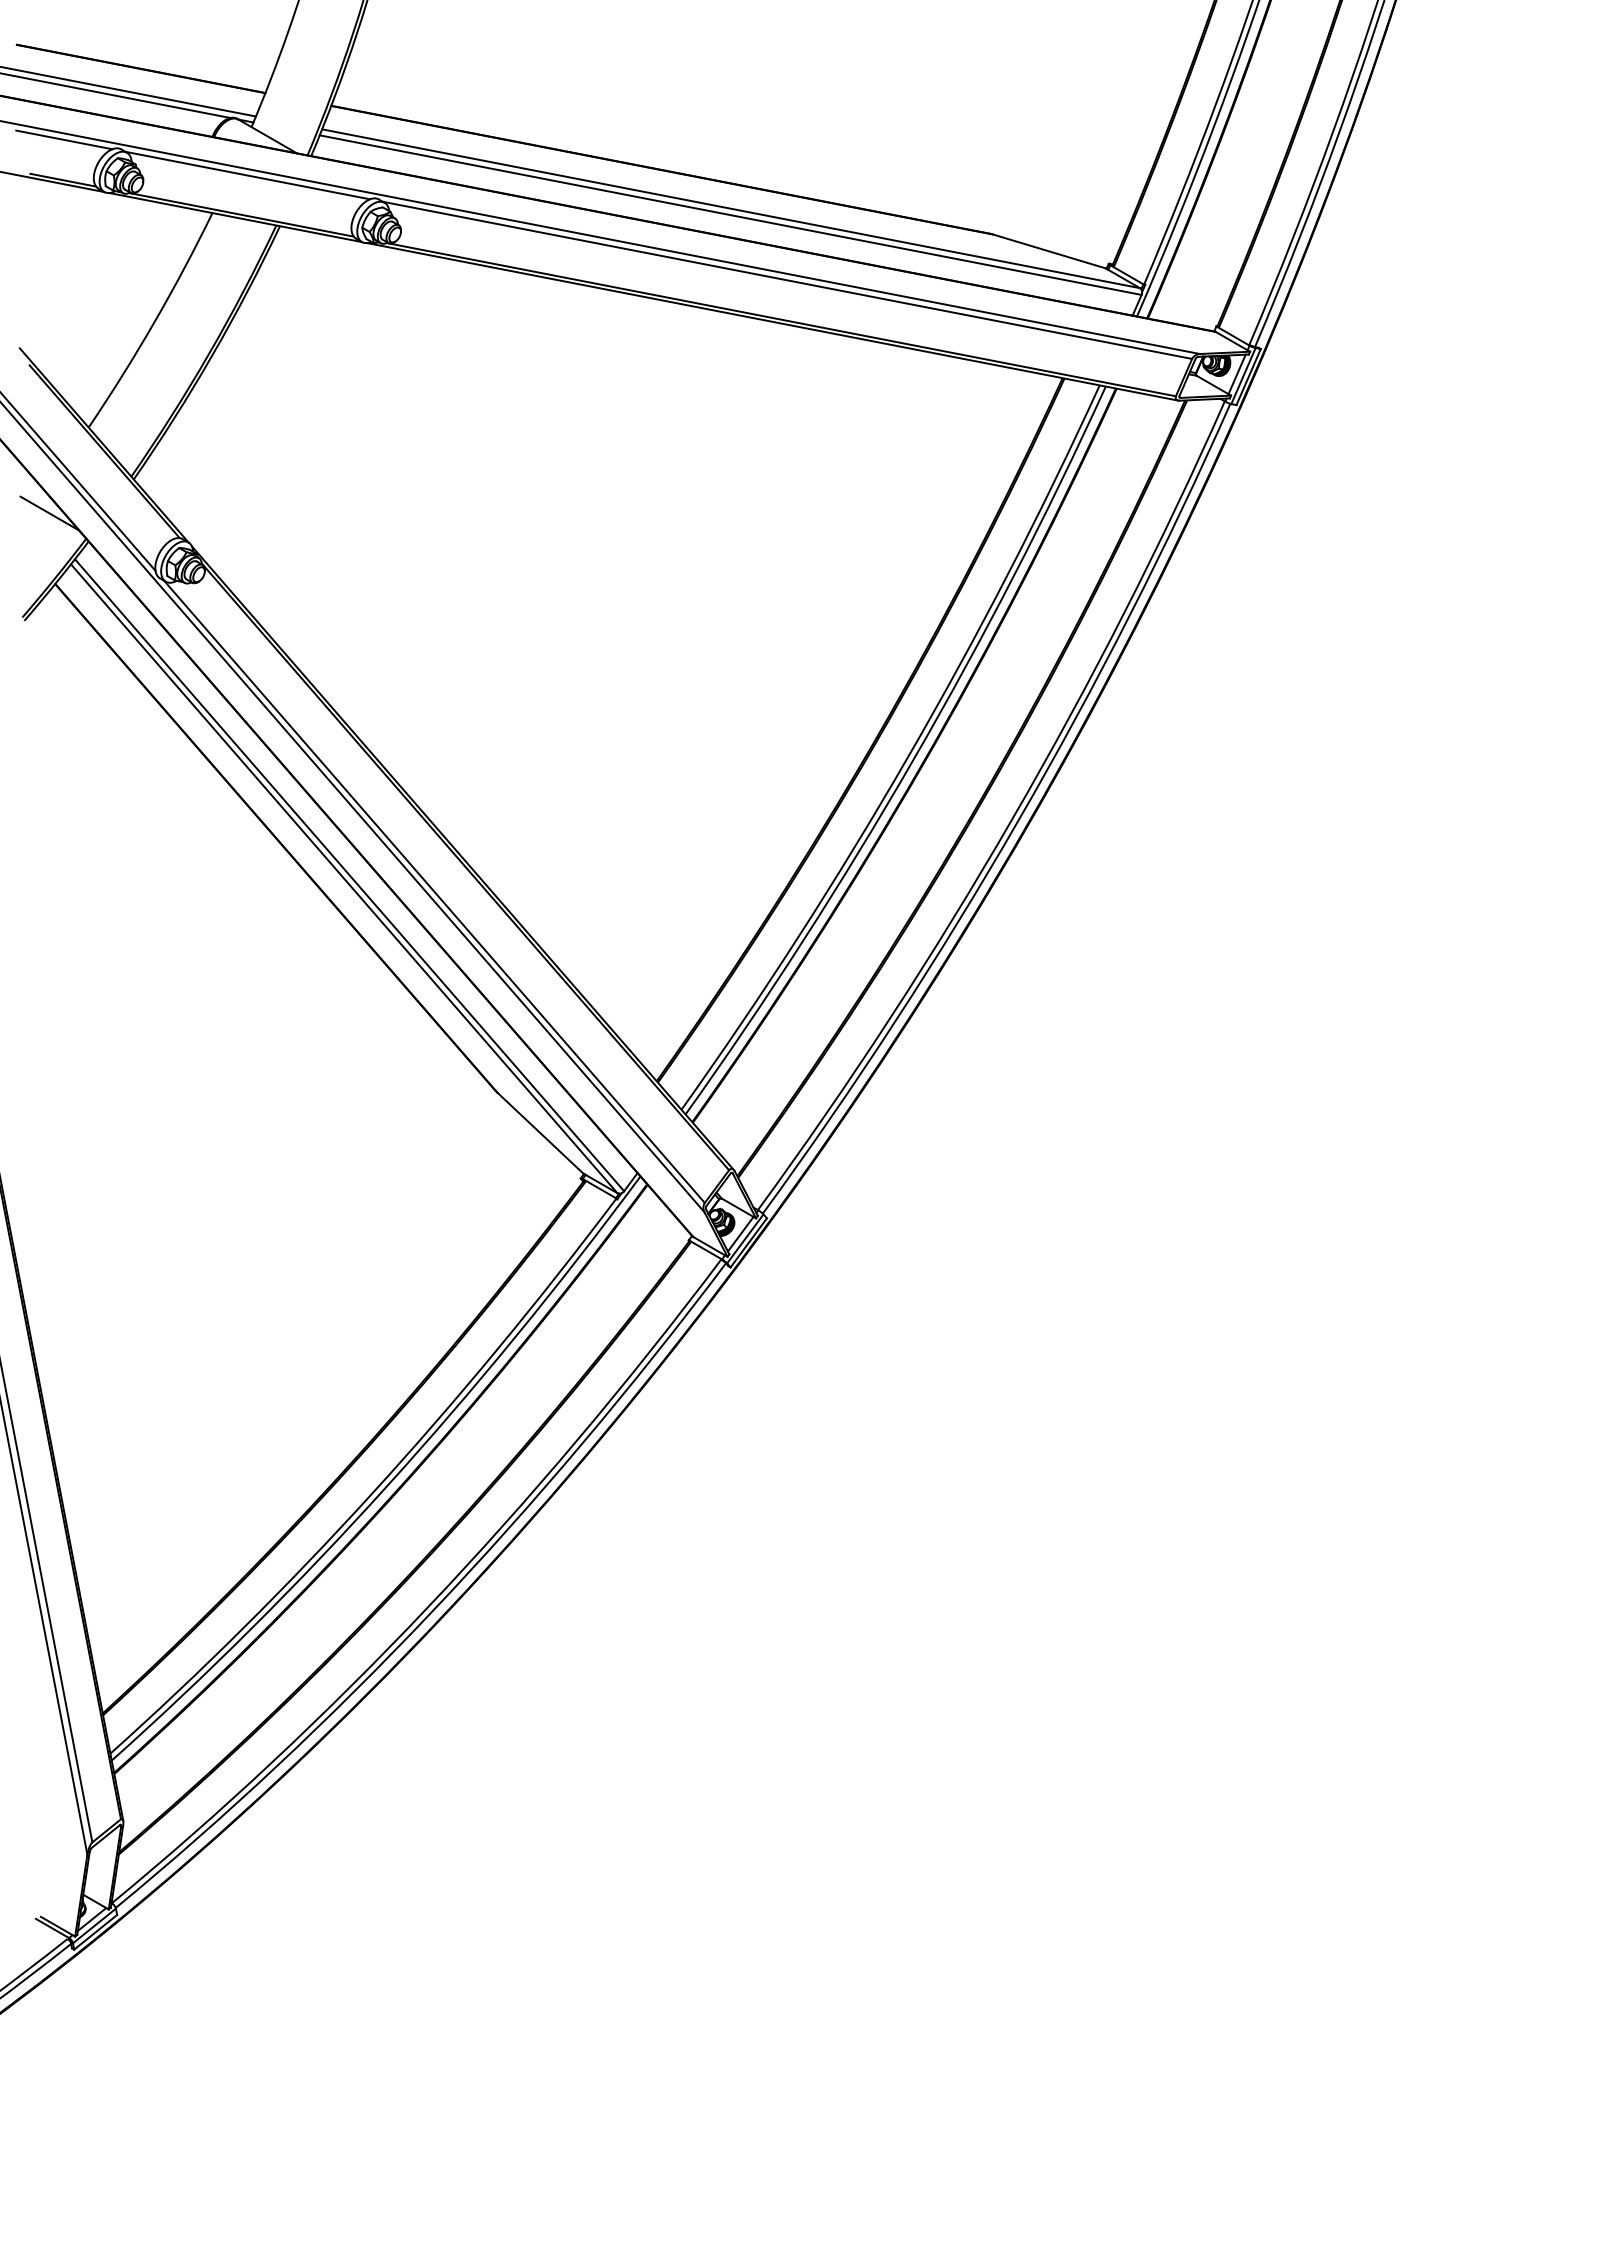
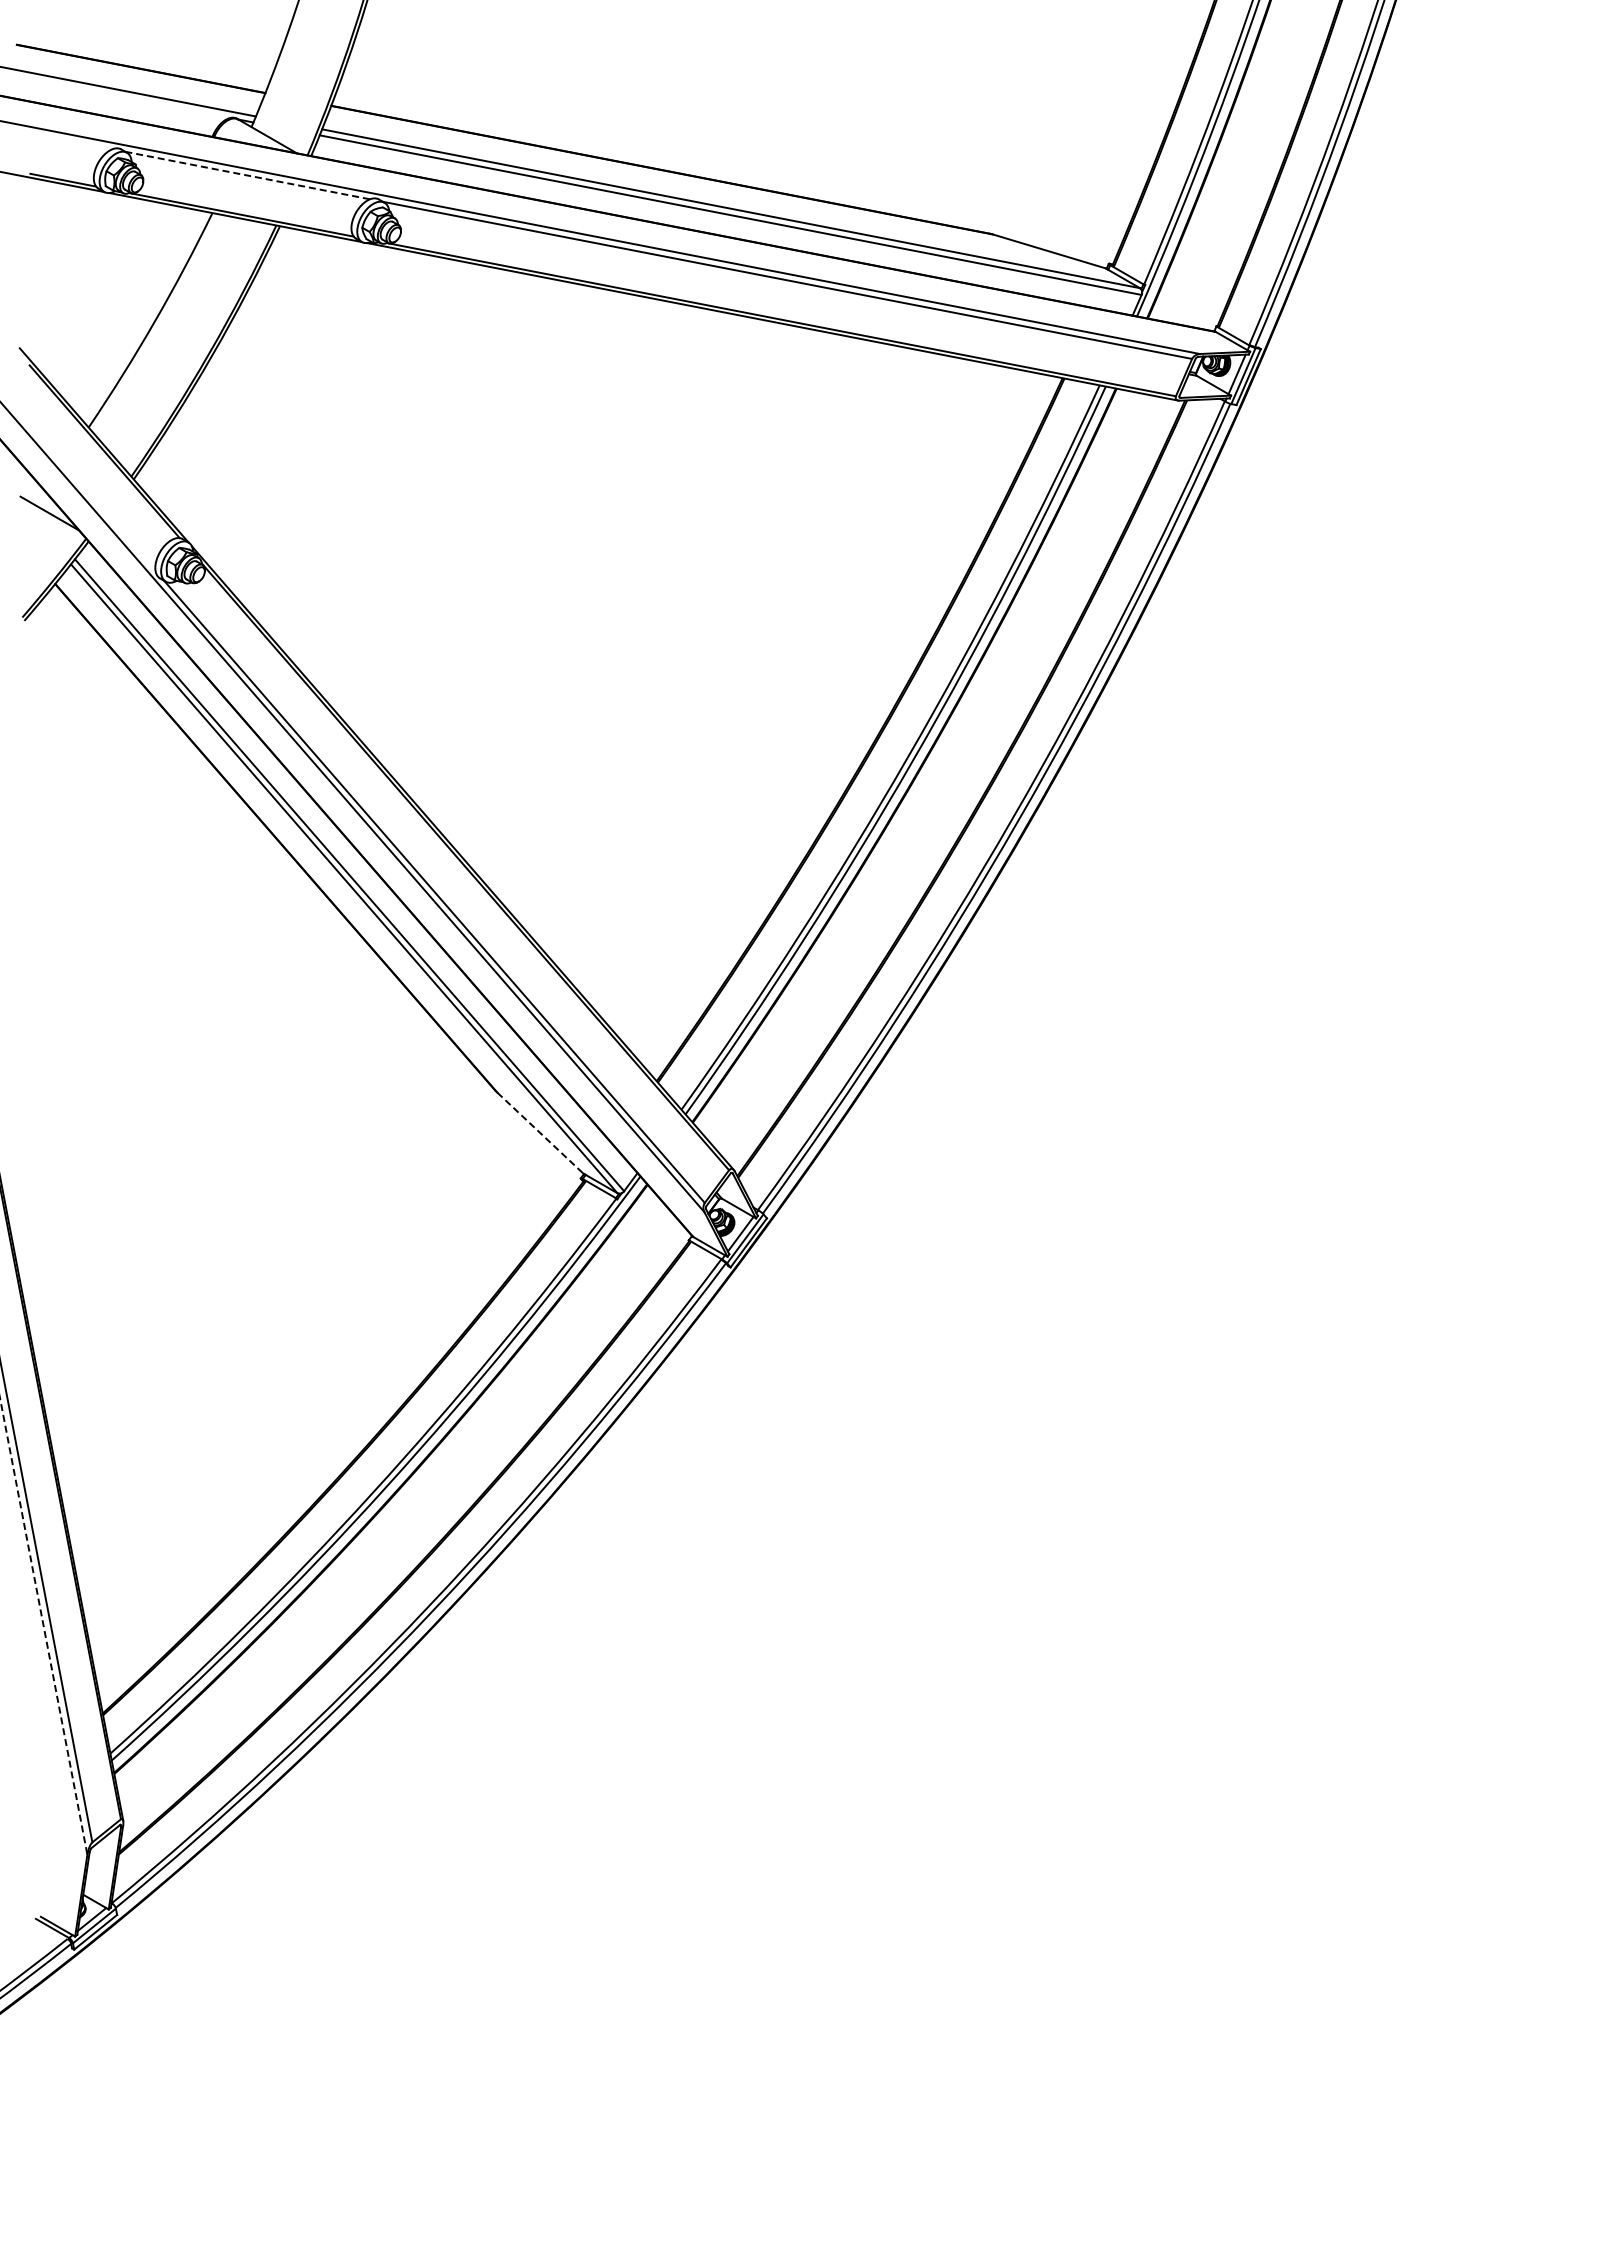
line at (116, 95): present -> none
line at (64, 139): present -> none
line at (247, 175): solid -> dashed
line at (78, 482): present -> none
line at (540, 1133): solid -> dashed
line at (43, 1626): solid -> dashed
